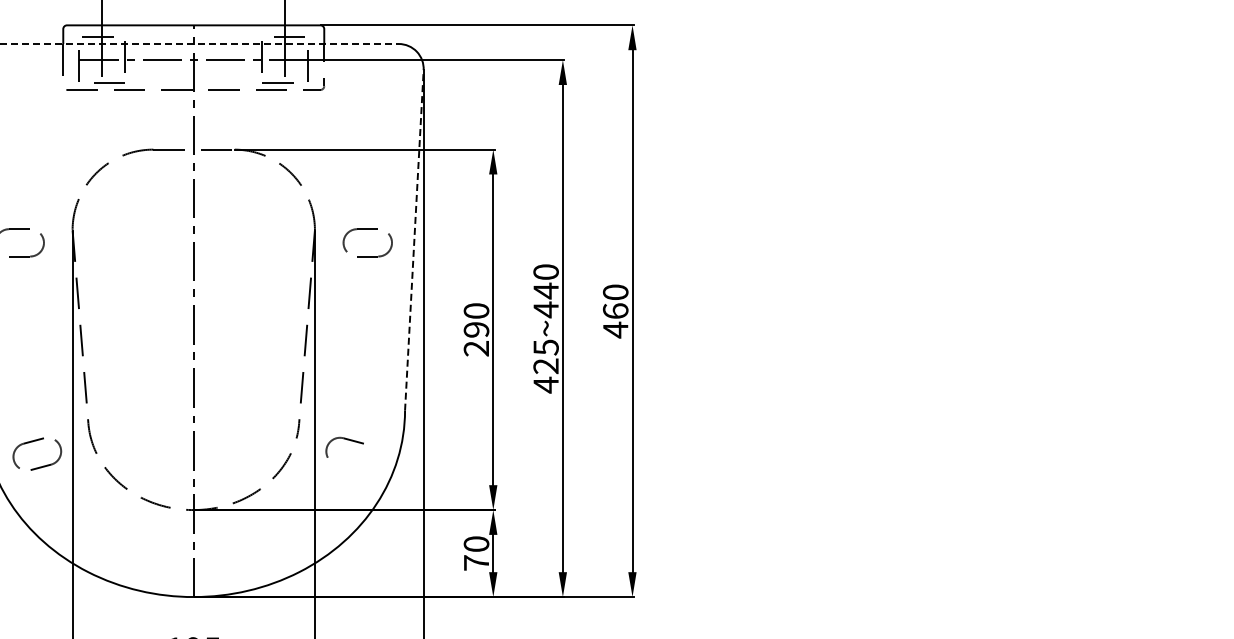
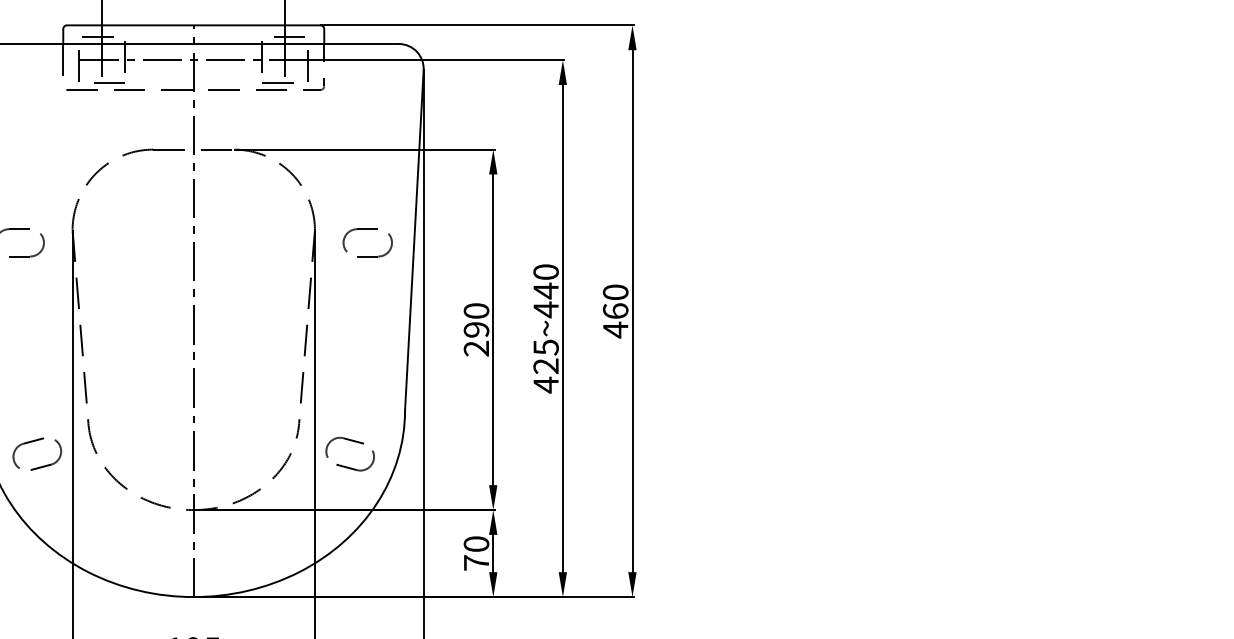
line at (200, 44): dashed -> solid
line at (414, 239): dashed -> solid
part at (355, 468): none -> present
